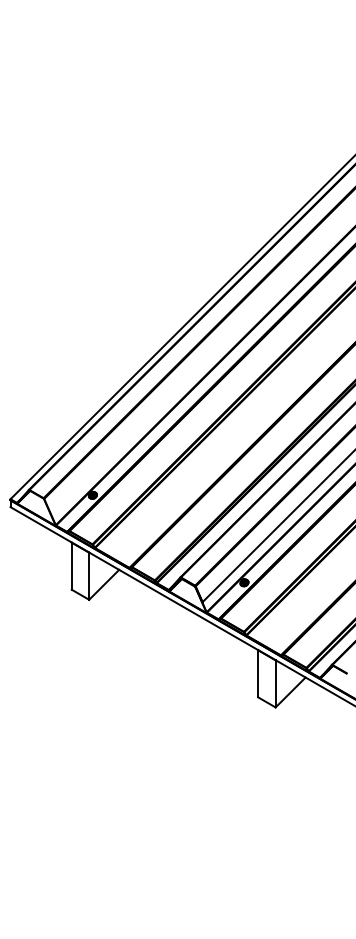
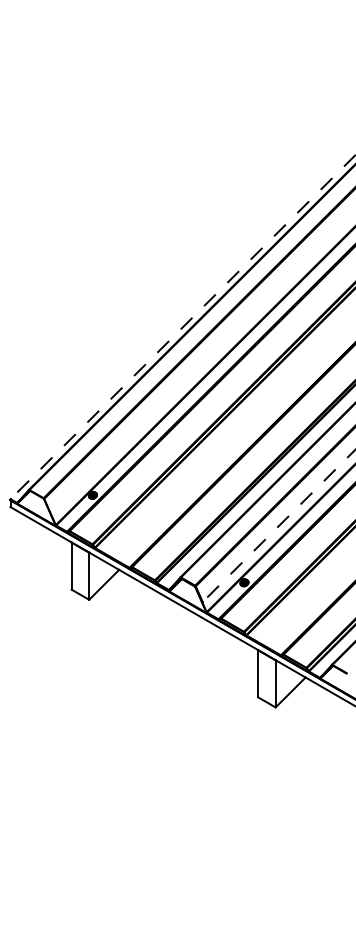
line at (183, 327): solid -> dashed
line at (279, 525): solid -> dashed
